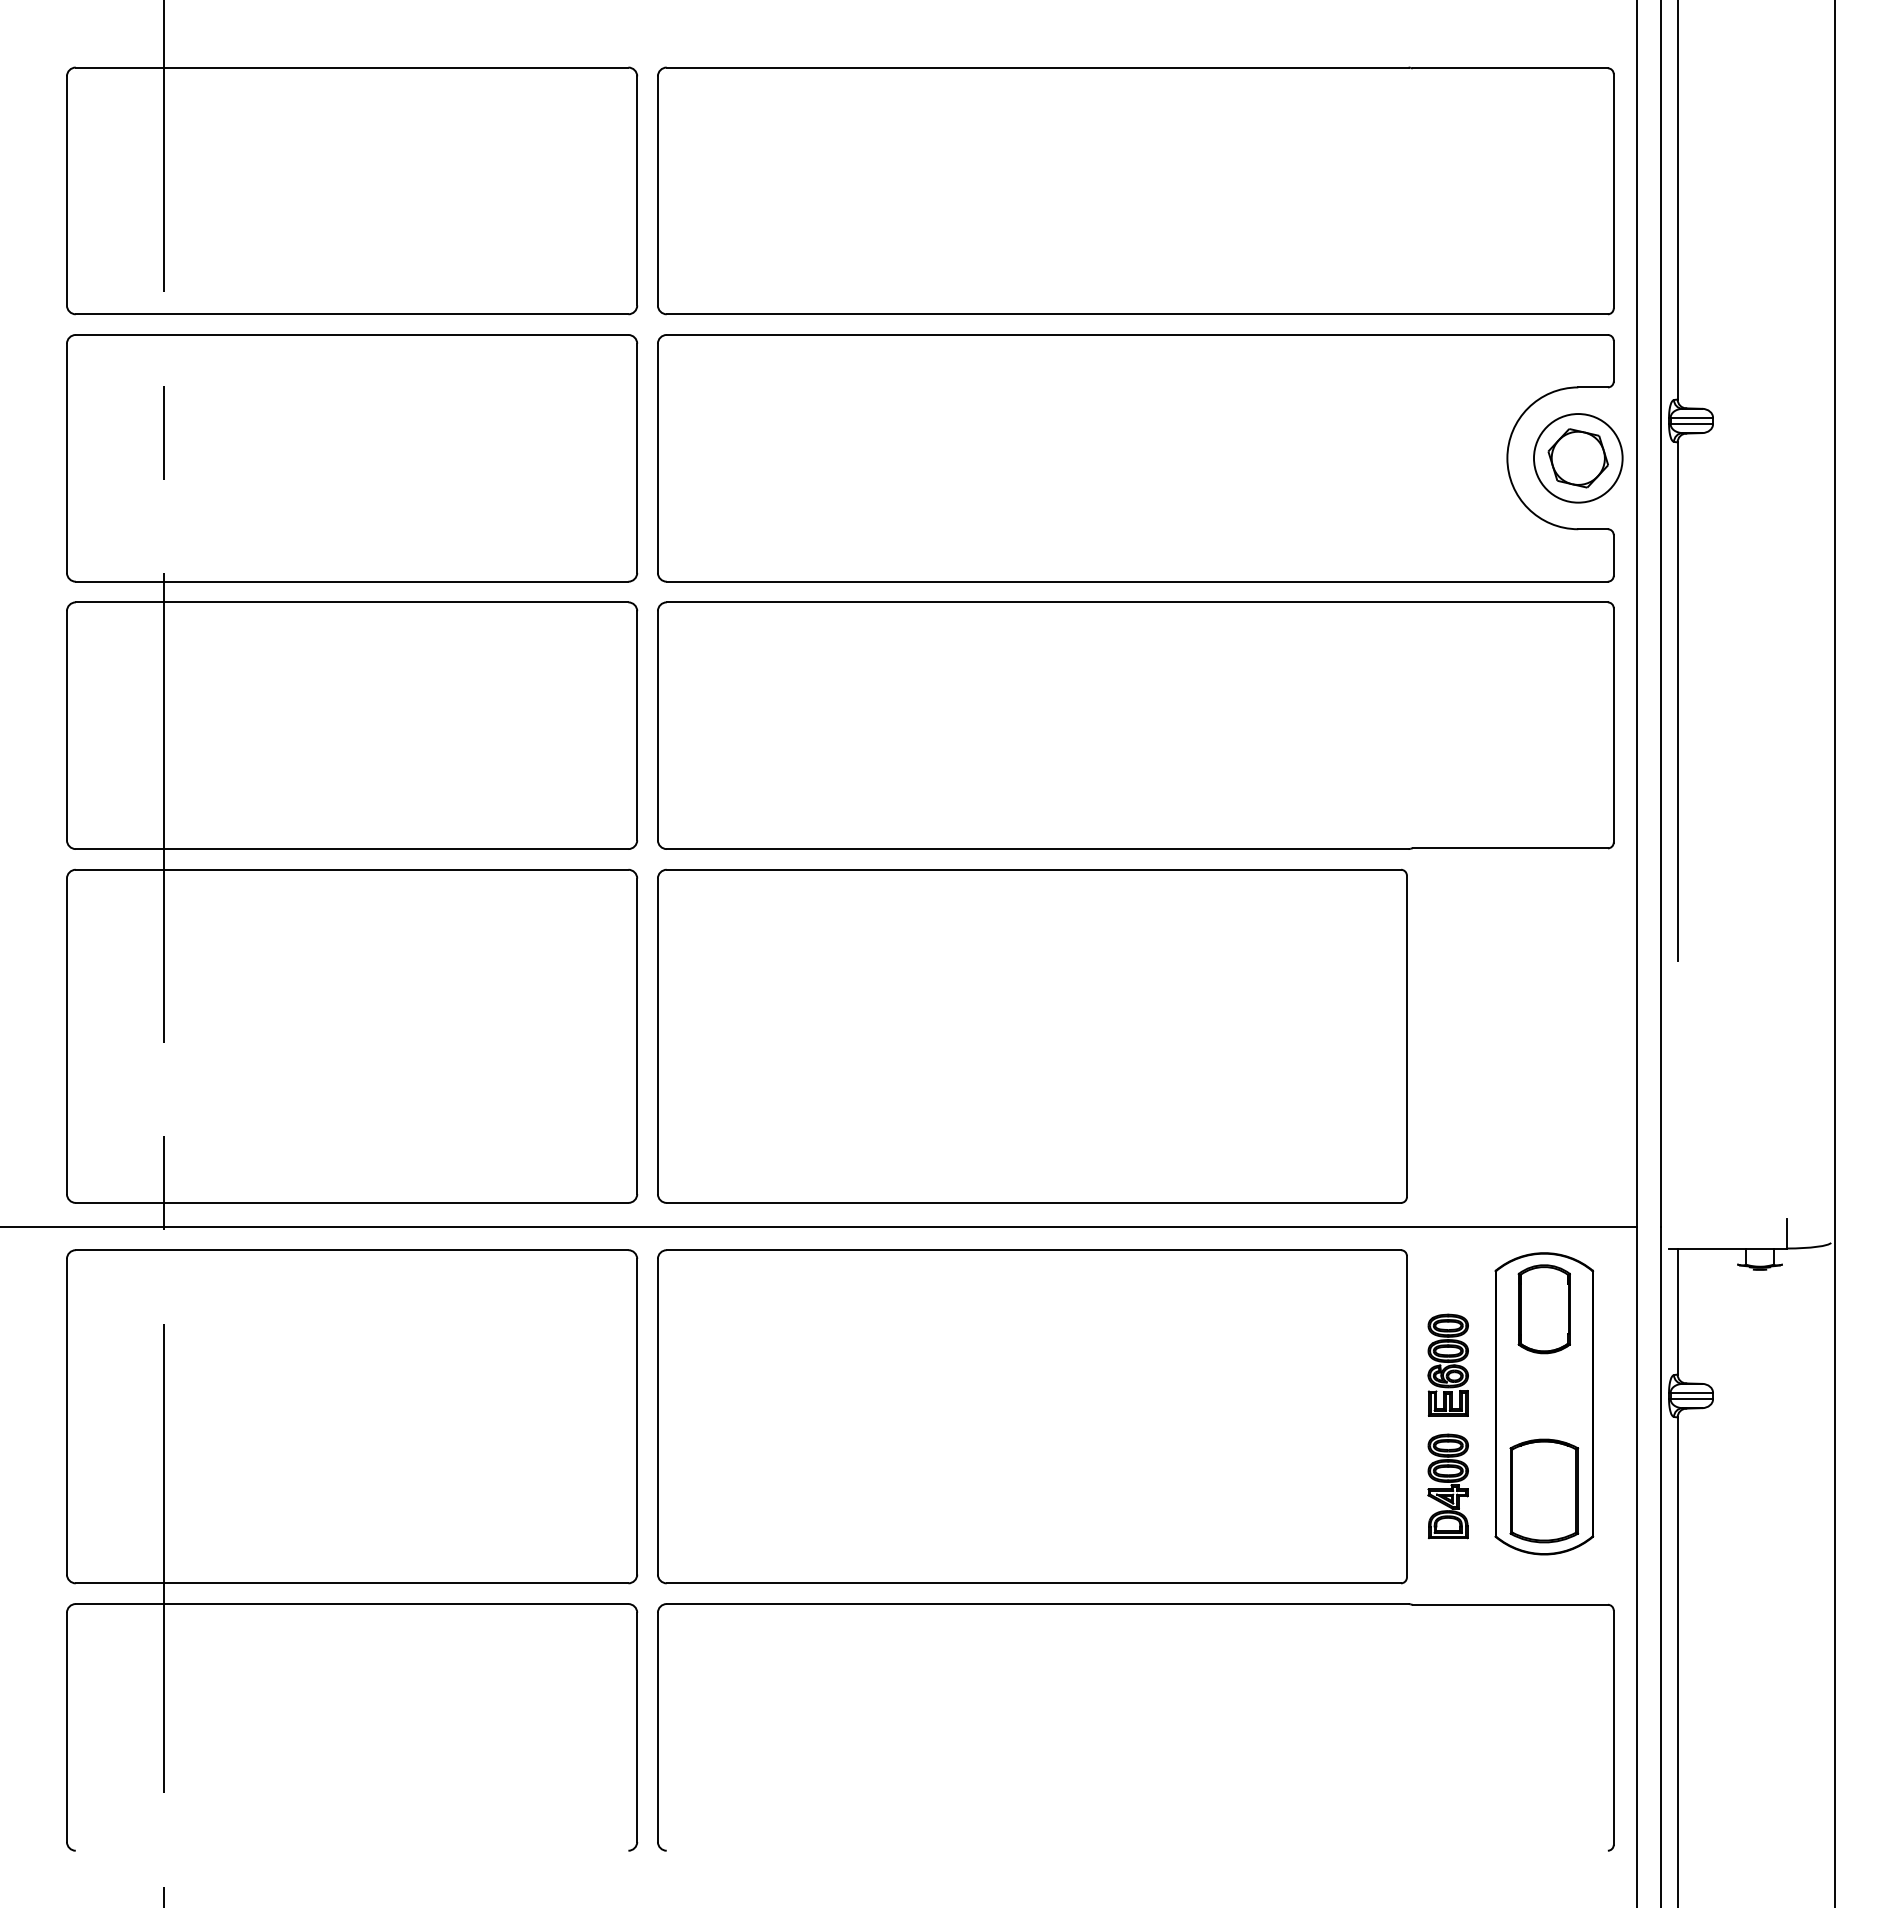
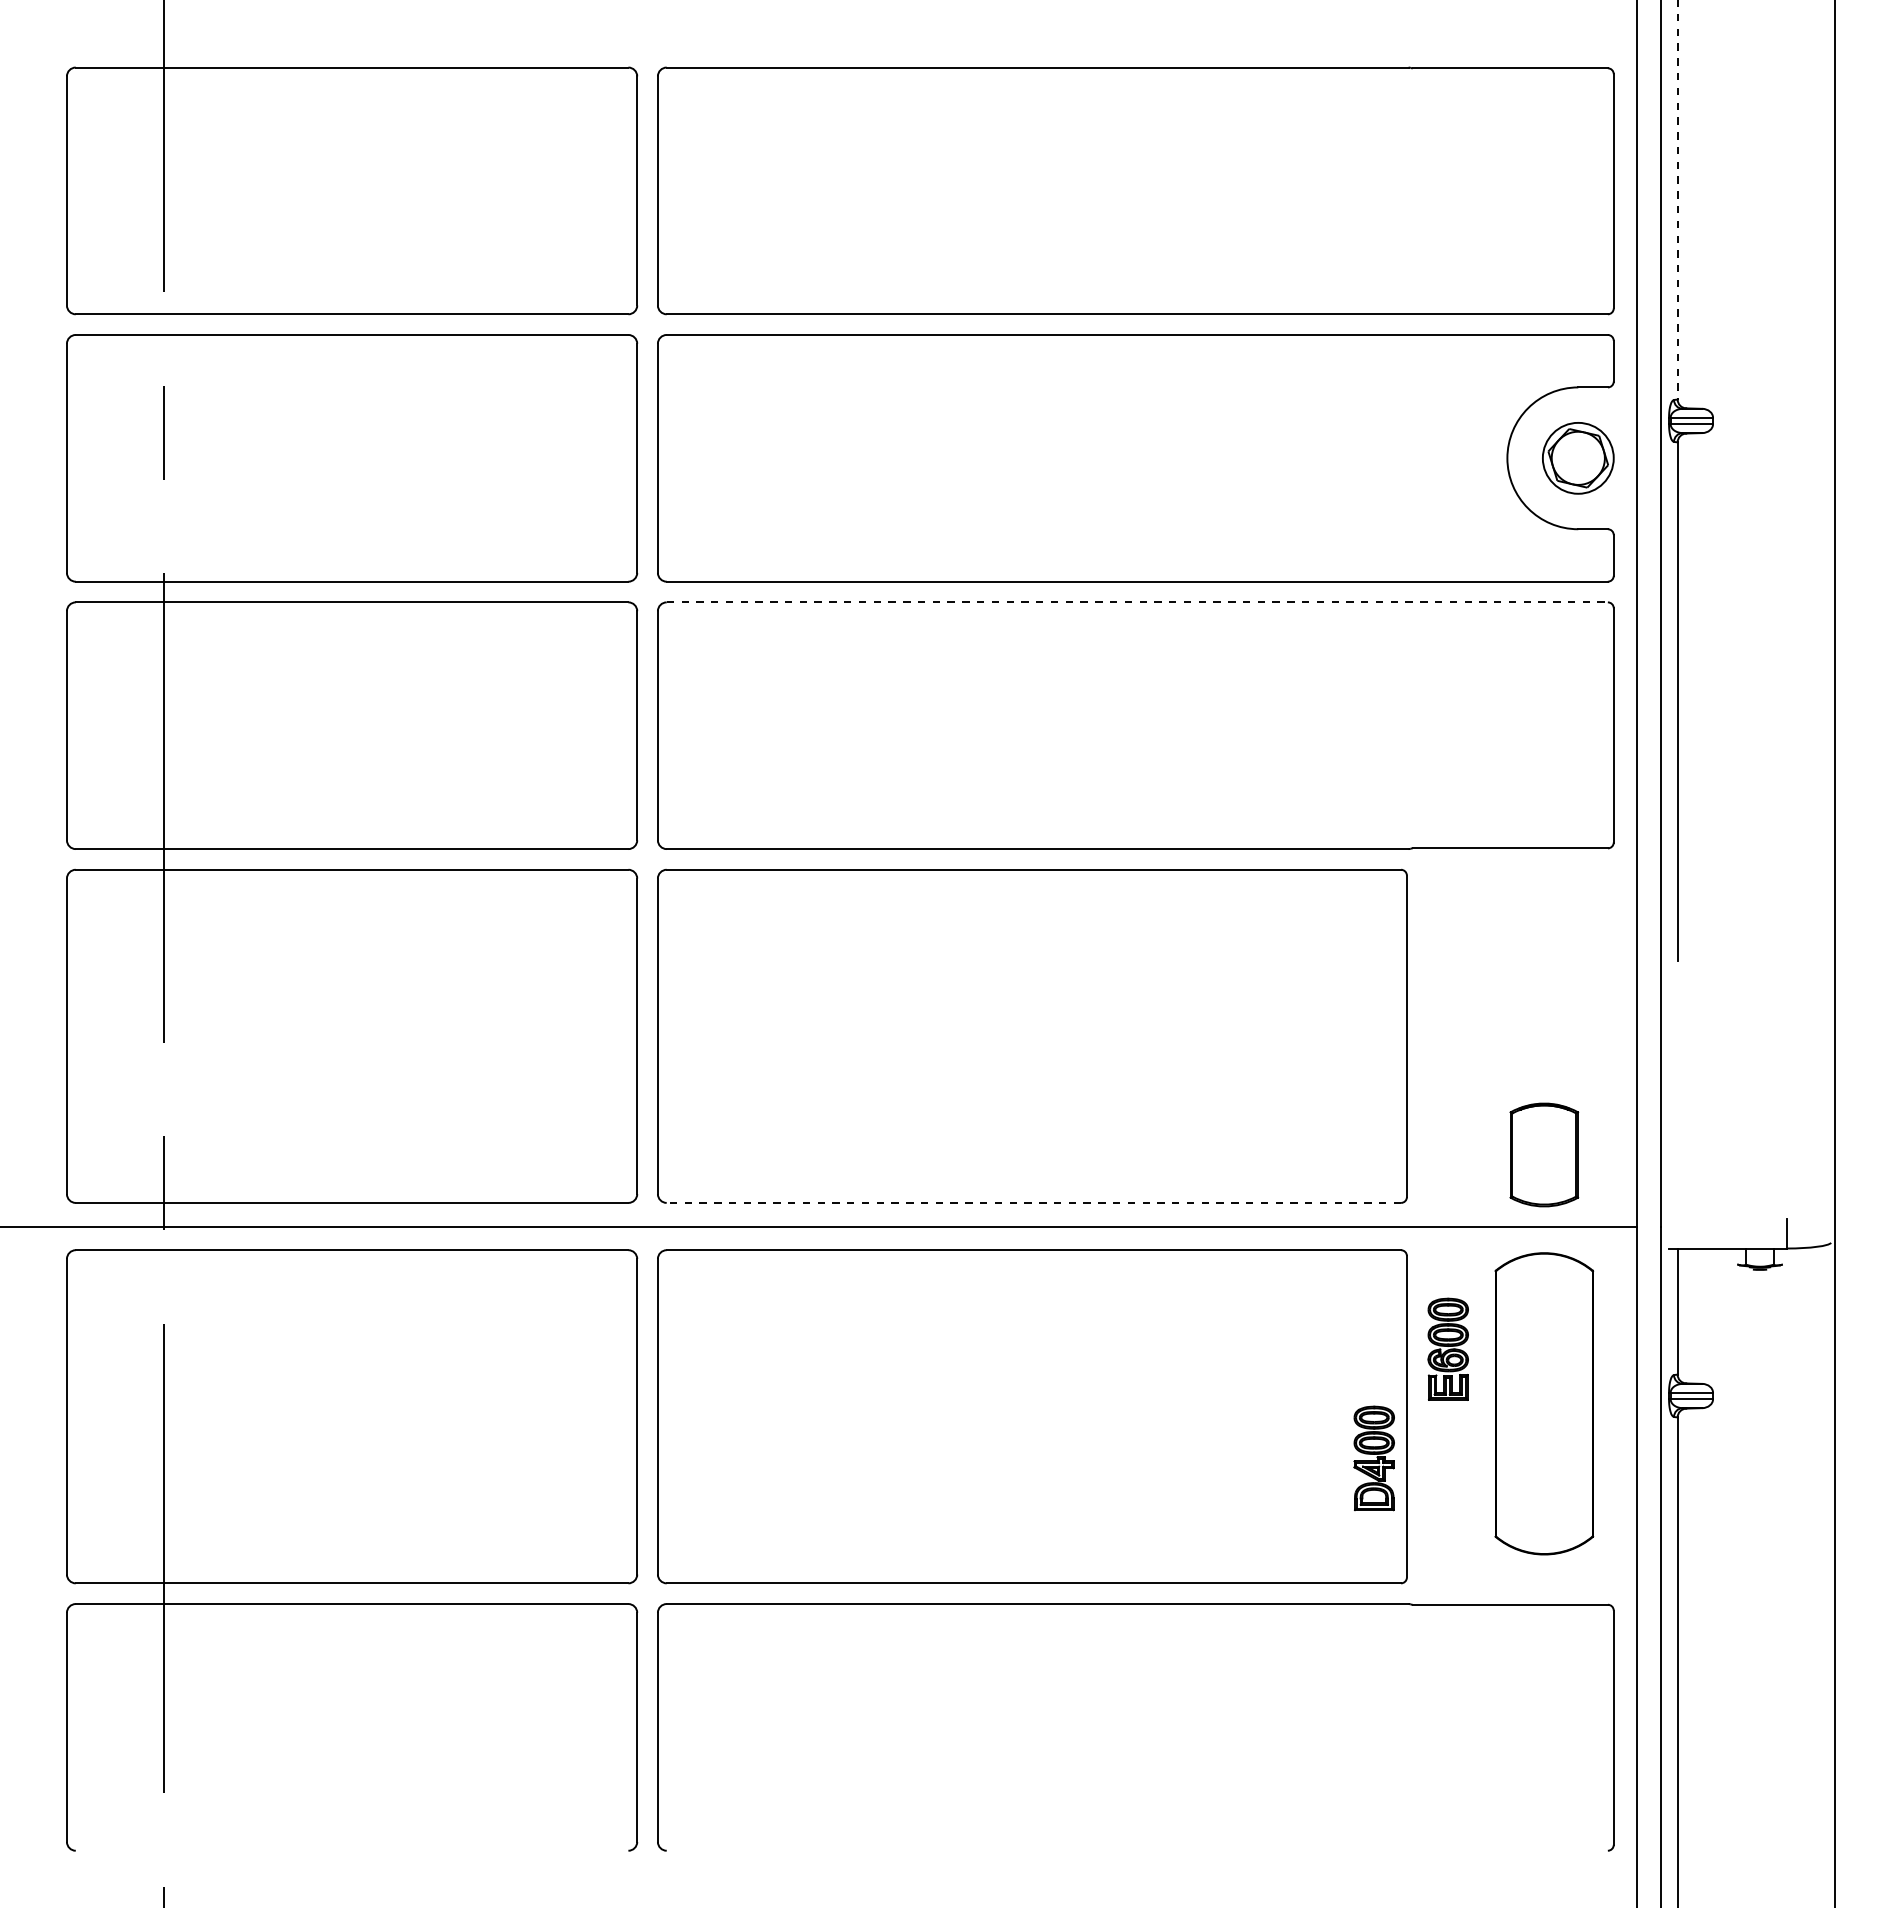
line at (1677, 200): solid -> dashed
circle at (1577, 458) diameter: 89 px -> 71 px
line at (1137, 602): solid -> dashed
line at (1033, 1202): solid -> dashed
part at (1543, 1309): present -> none
part at (1447, 1364) position: (1447, 1364) -> (1447, 1348)
part at (1447, 1486) position: (1447, 1486) -> (1373, 1458)
part at (1544, 1490) position: (1544, 1490) -> (1544, 1154)
